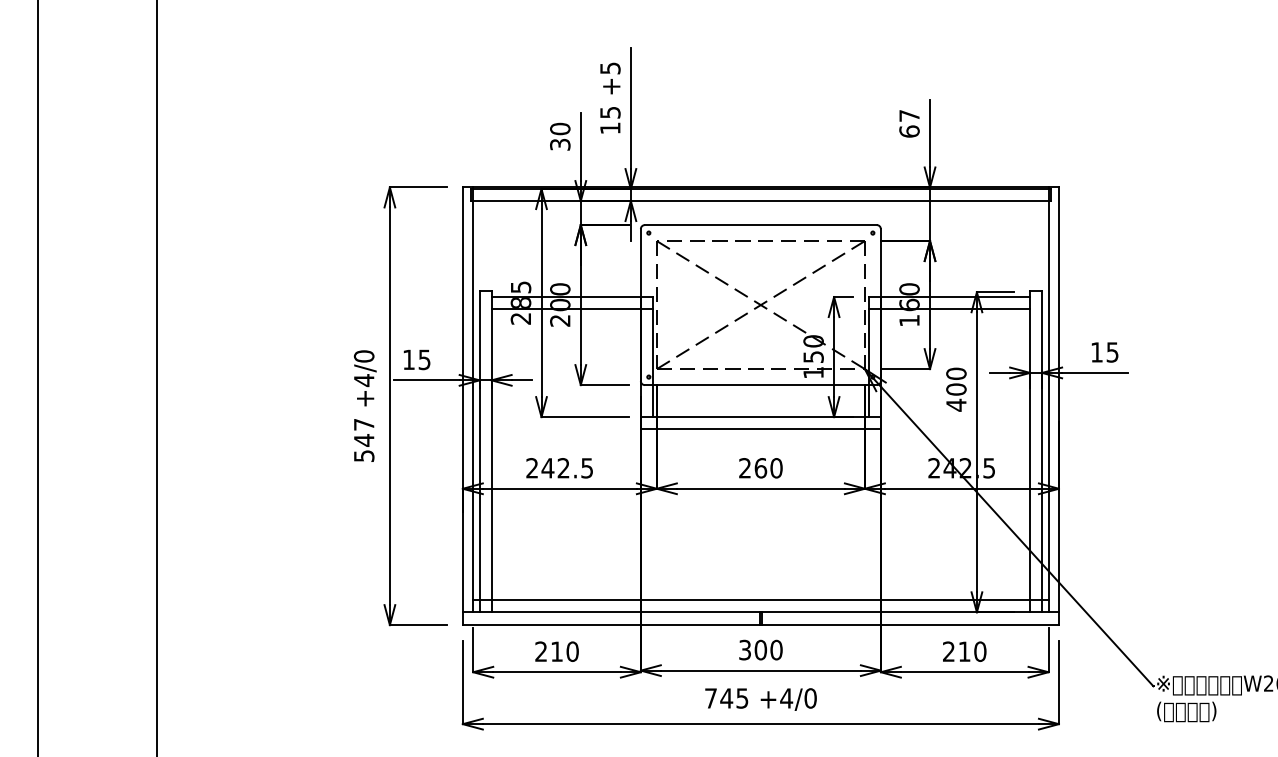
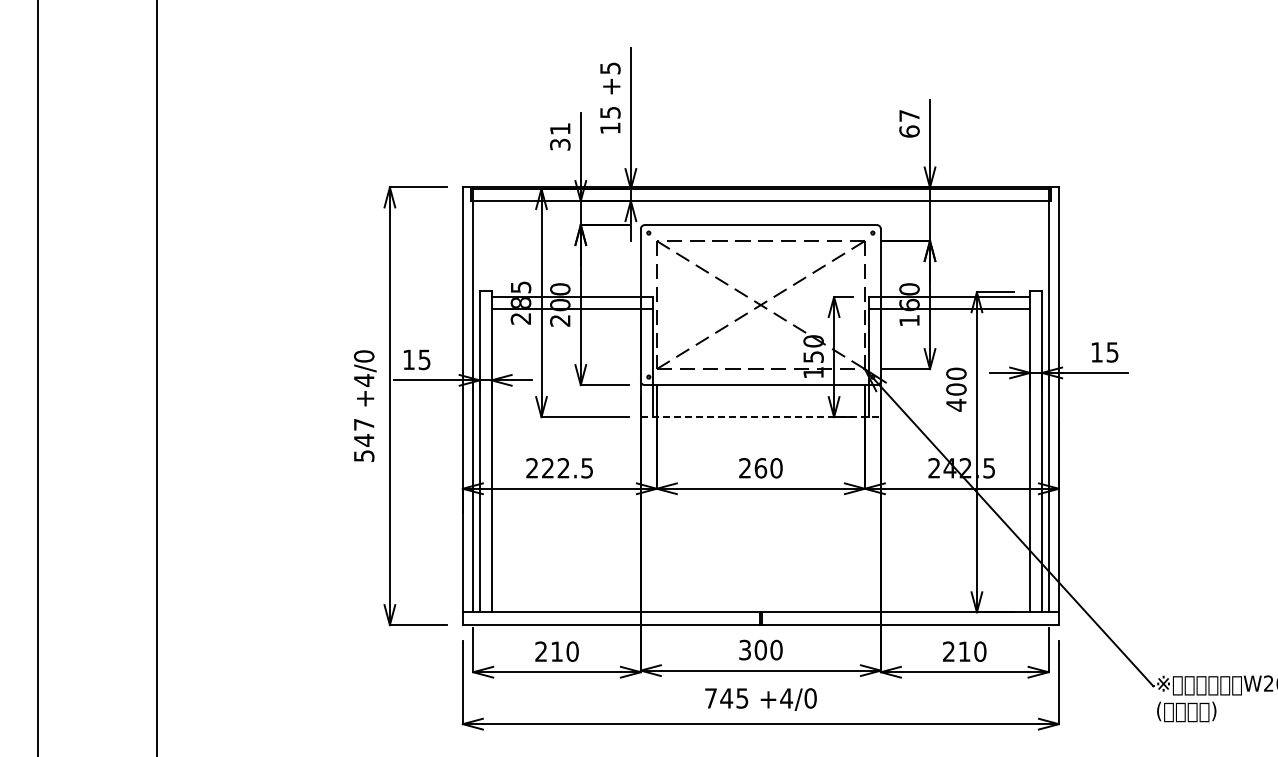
text at (560, 128): 30 -> 31
line at (761, 417): solid -> dashed
line at (760, 429): present -> none
text at (547, 468): 242.5 -> 222.5
line at (760, 599): present -> none
